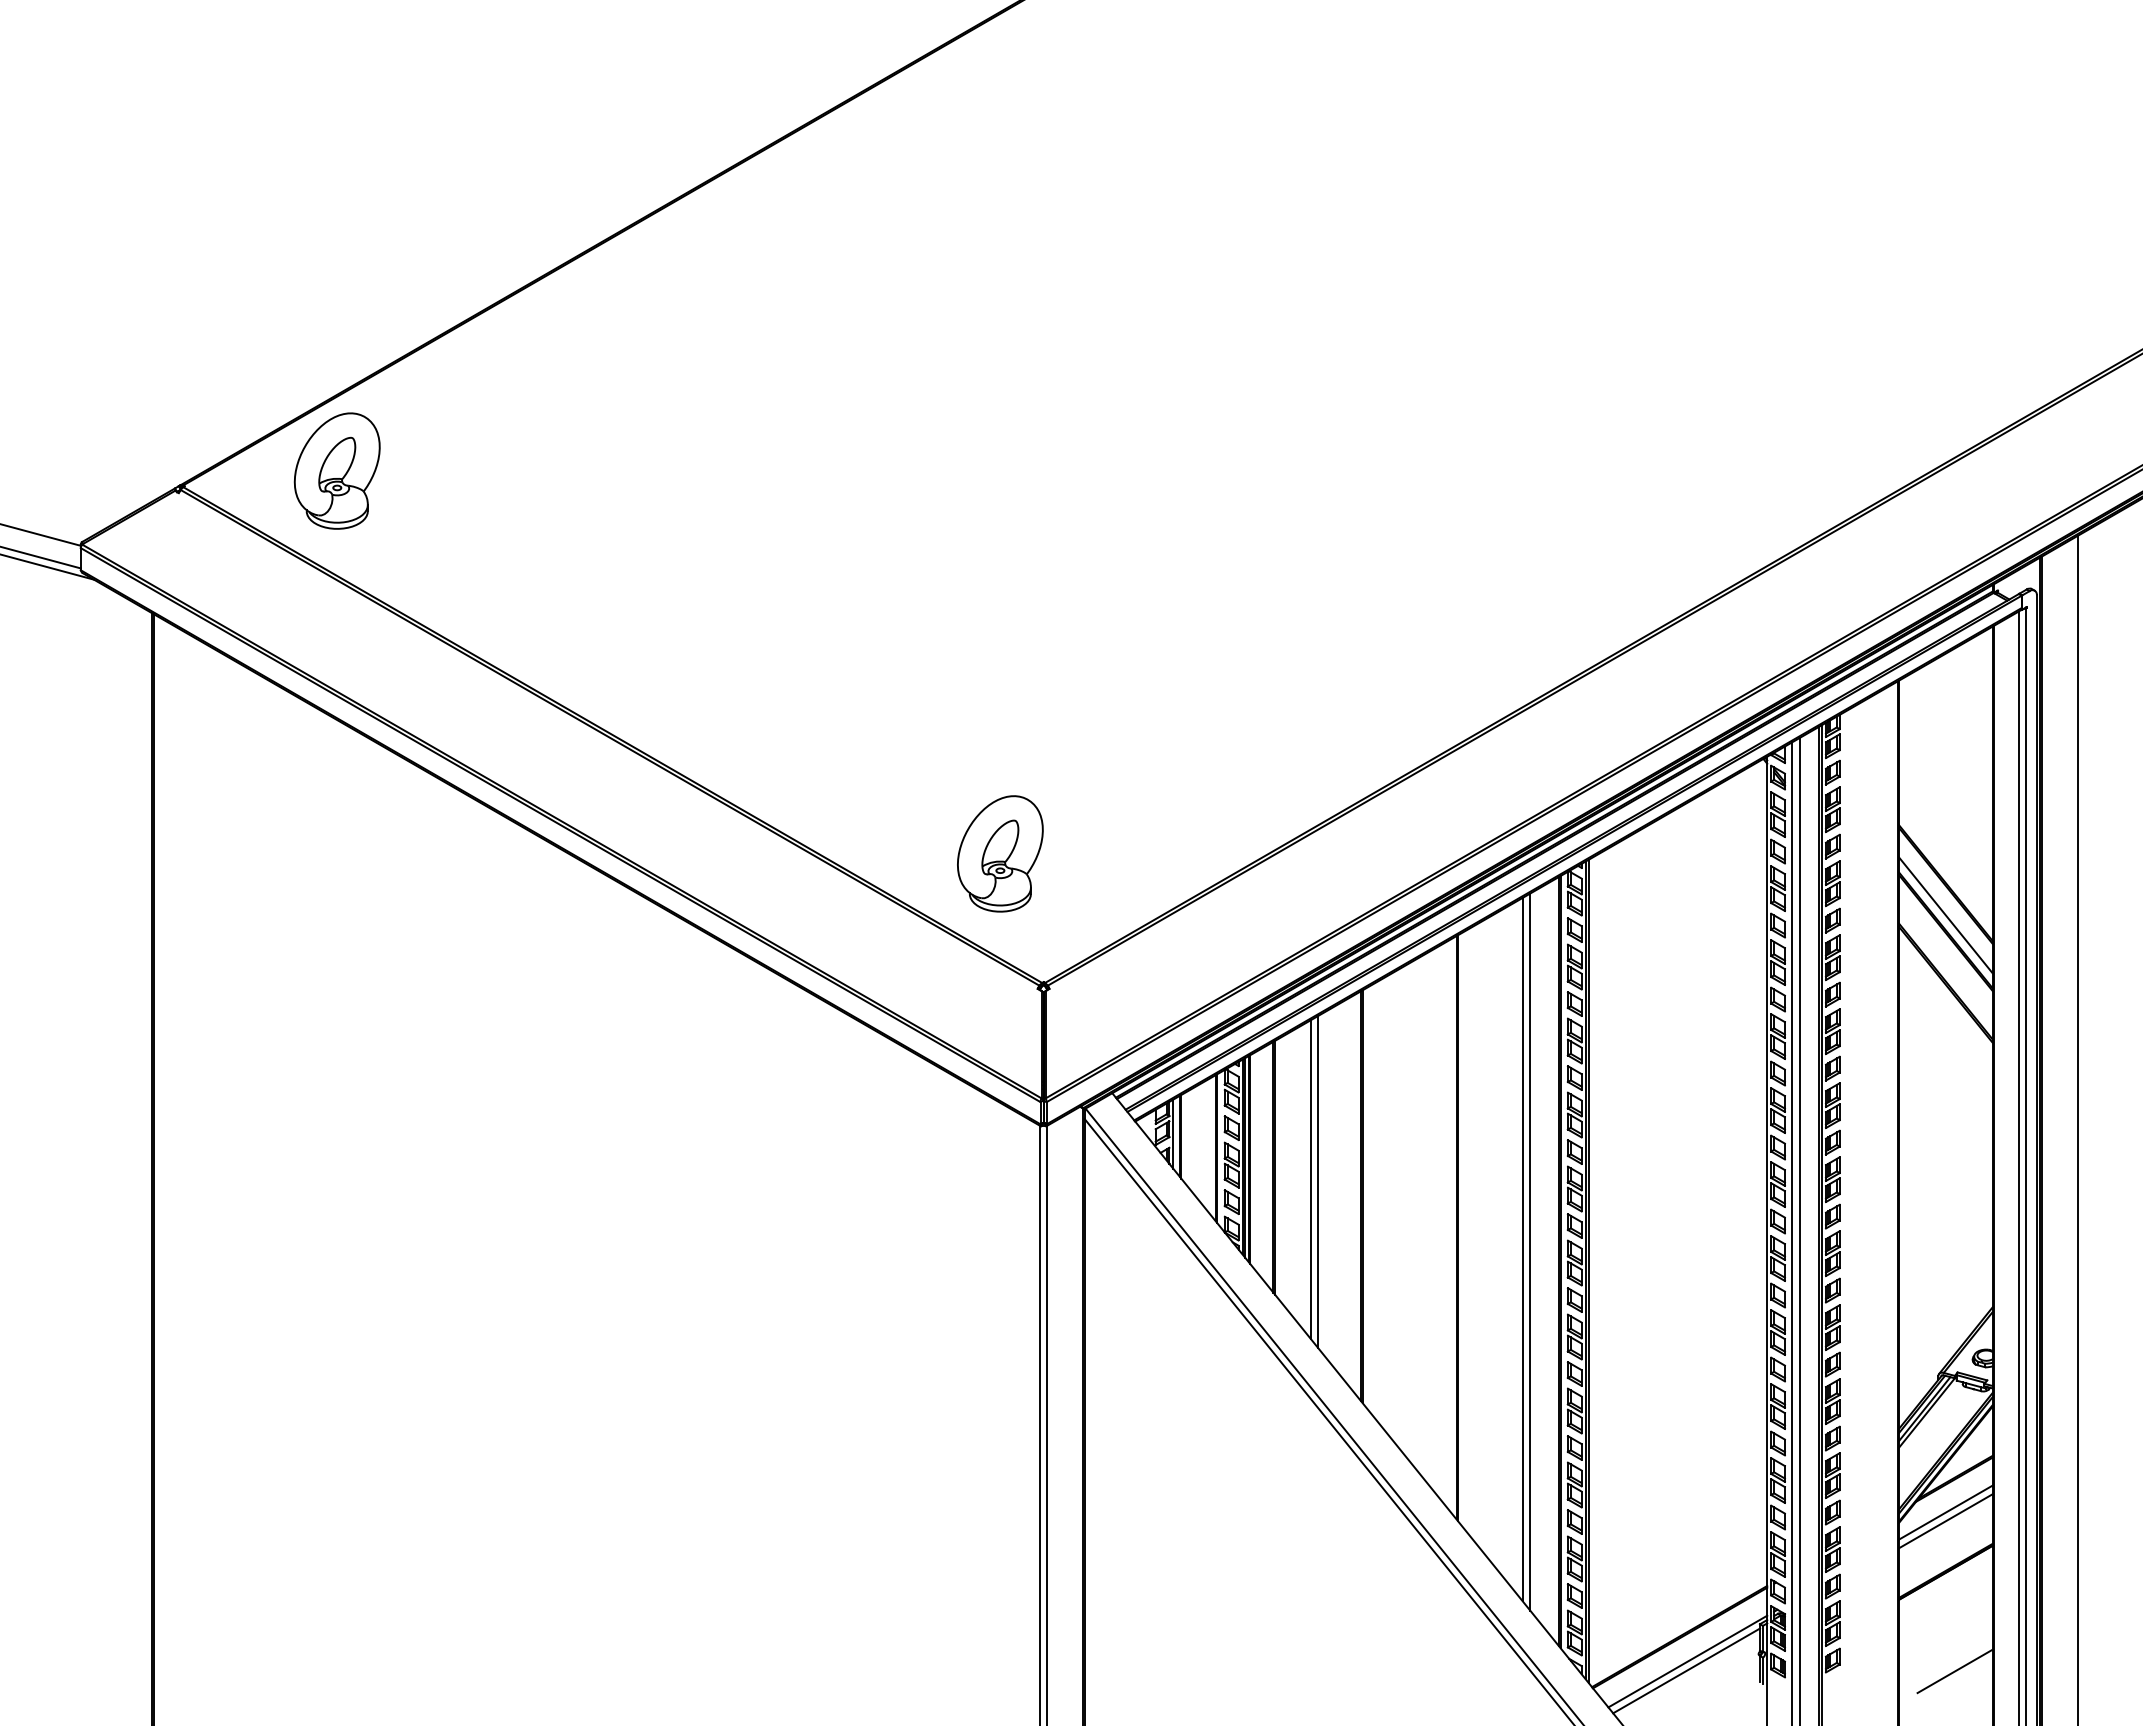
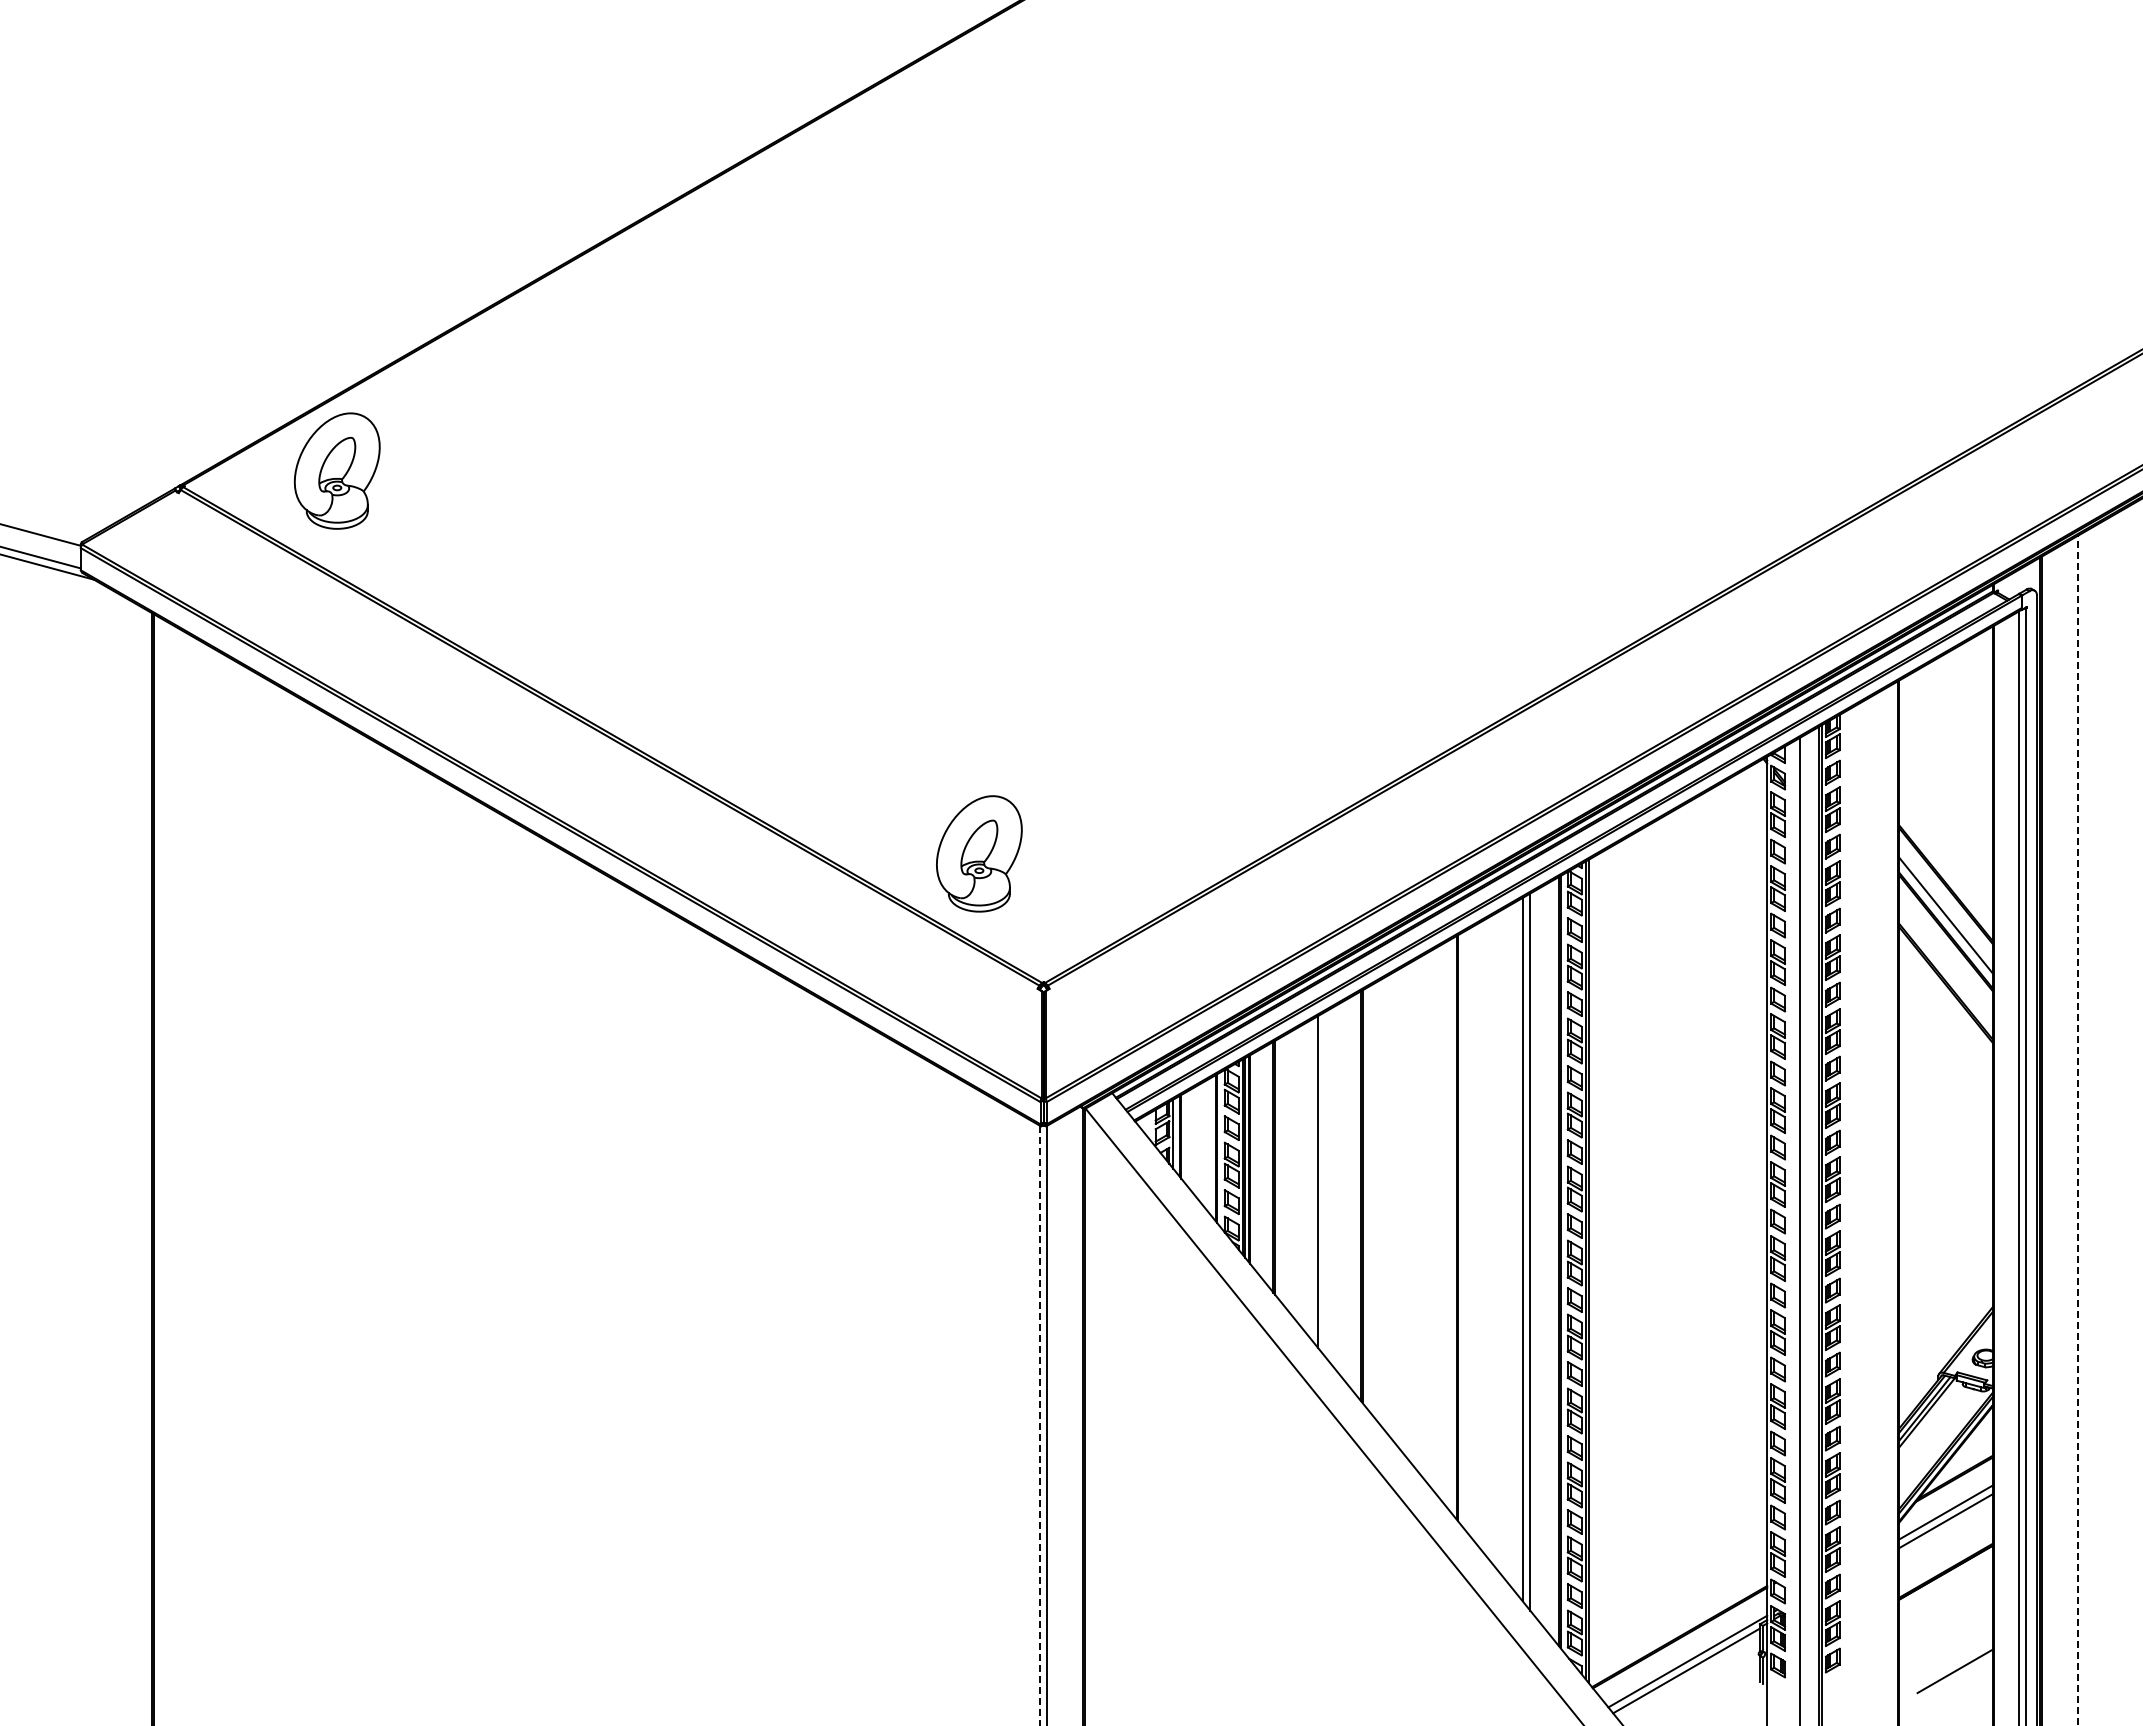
part at (1000, 853) position: (1000, 853) -> (979, 853)
line at (2077, 1130): solid -> dashed
line at (1310, 1179): present -> none
line at (1792, 1232): present -> none
line at (1328, 1420): present -> none
line at (1039, 1425): solid -> dashed
